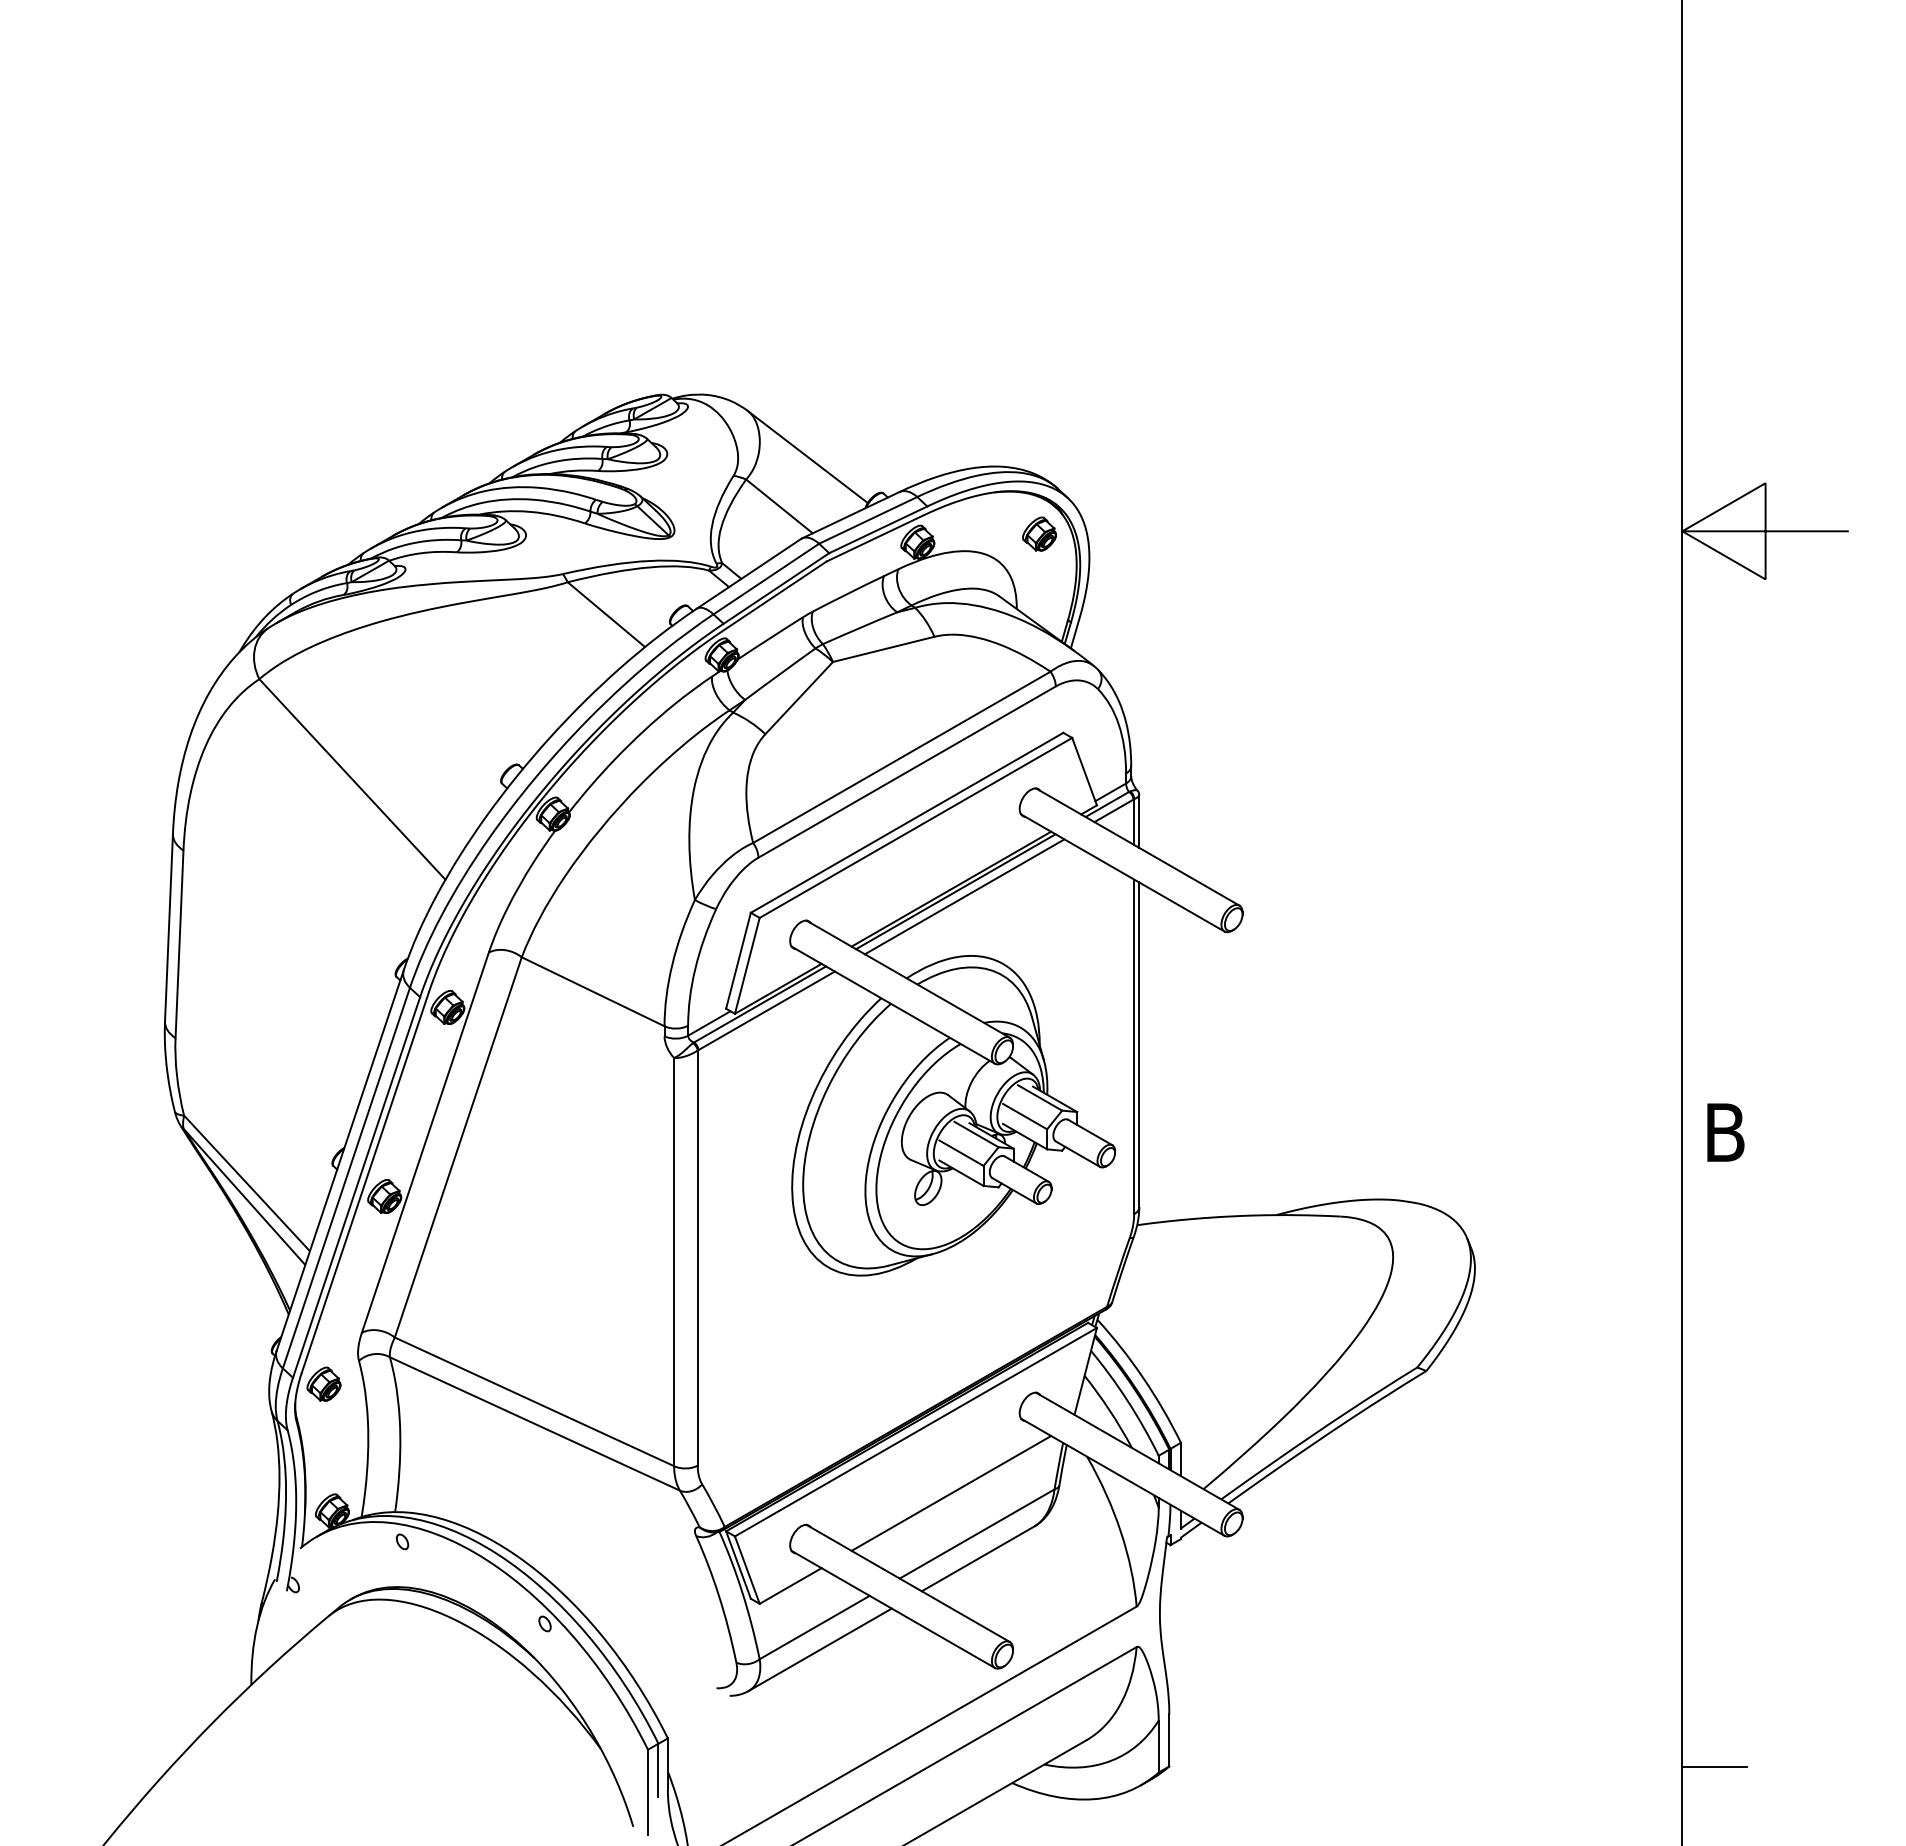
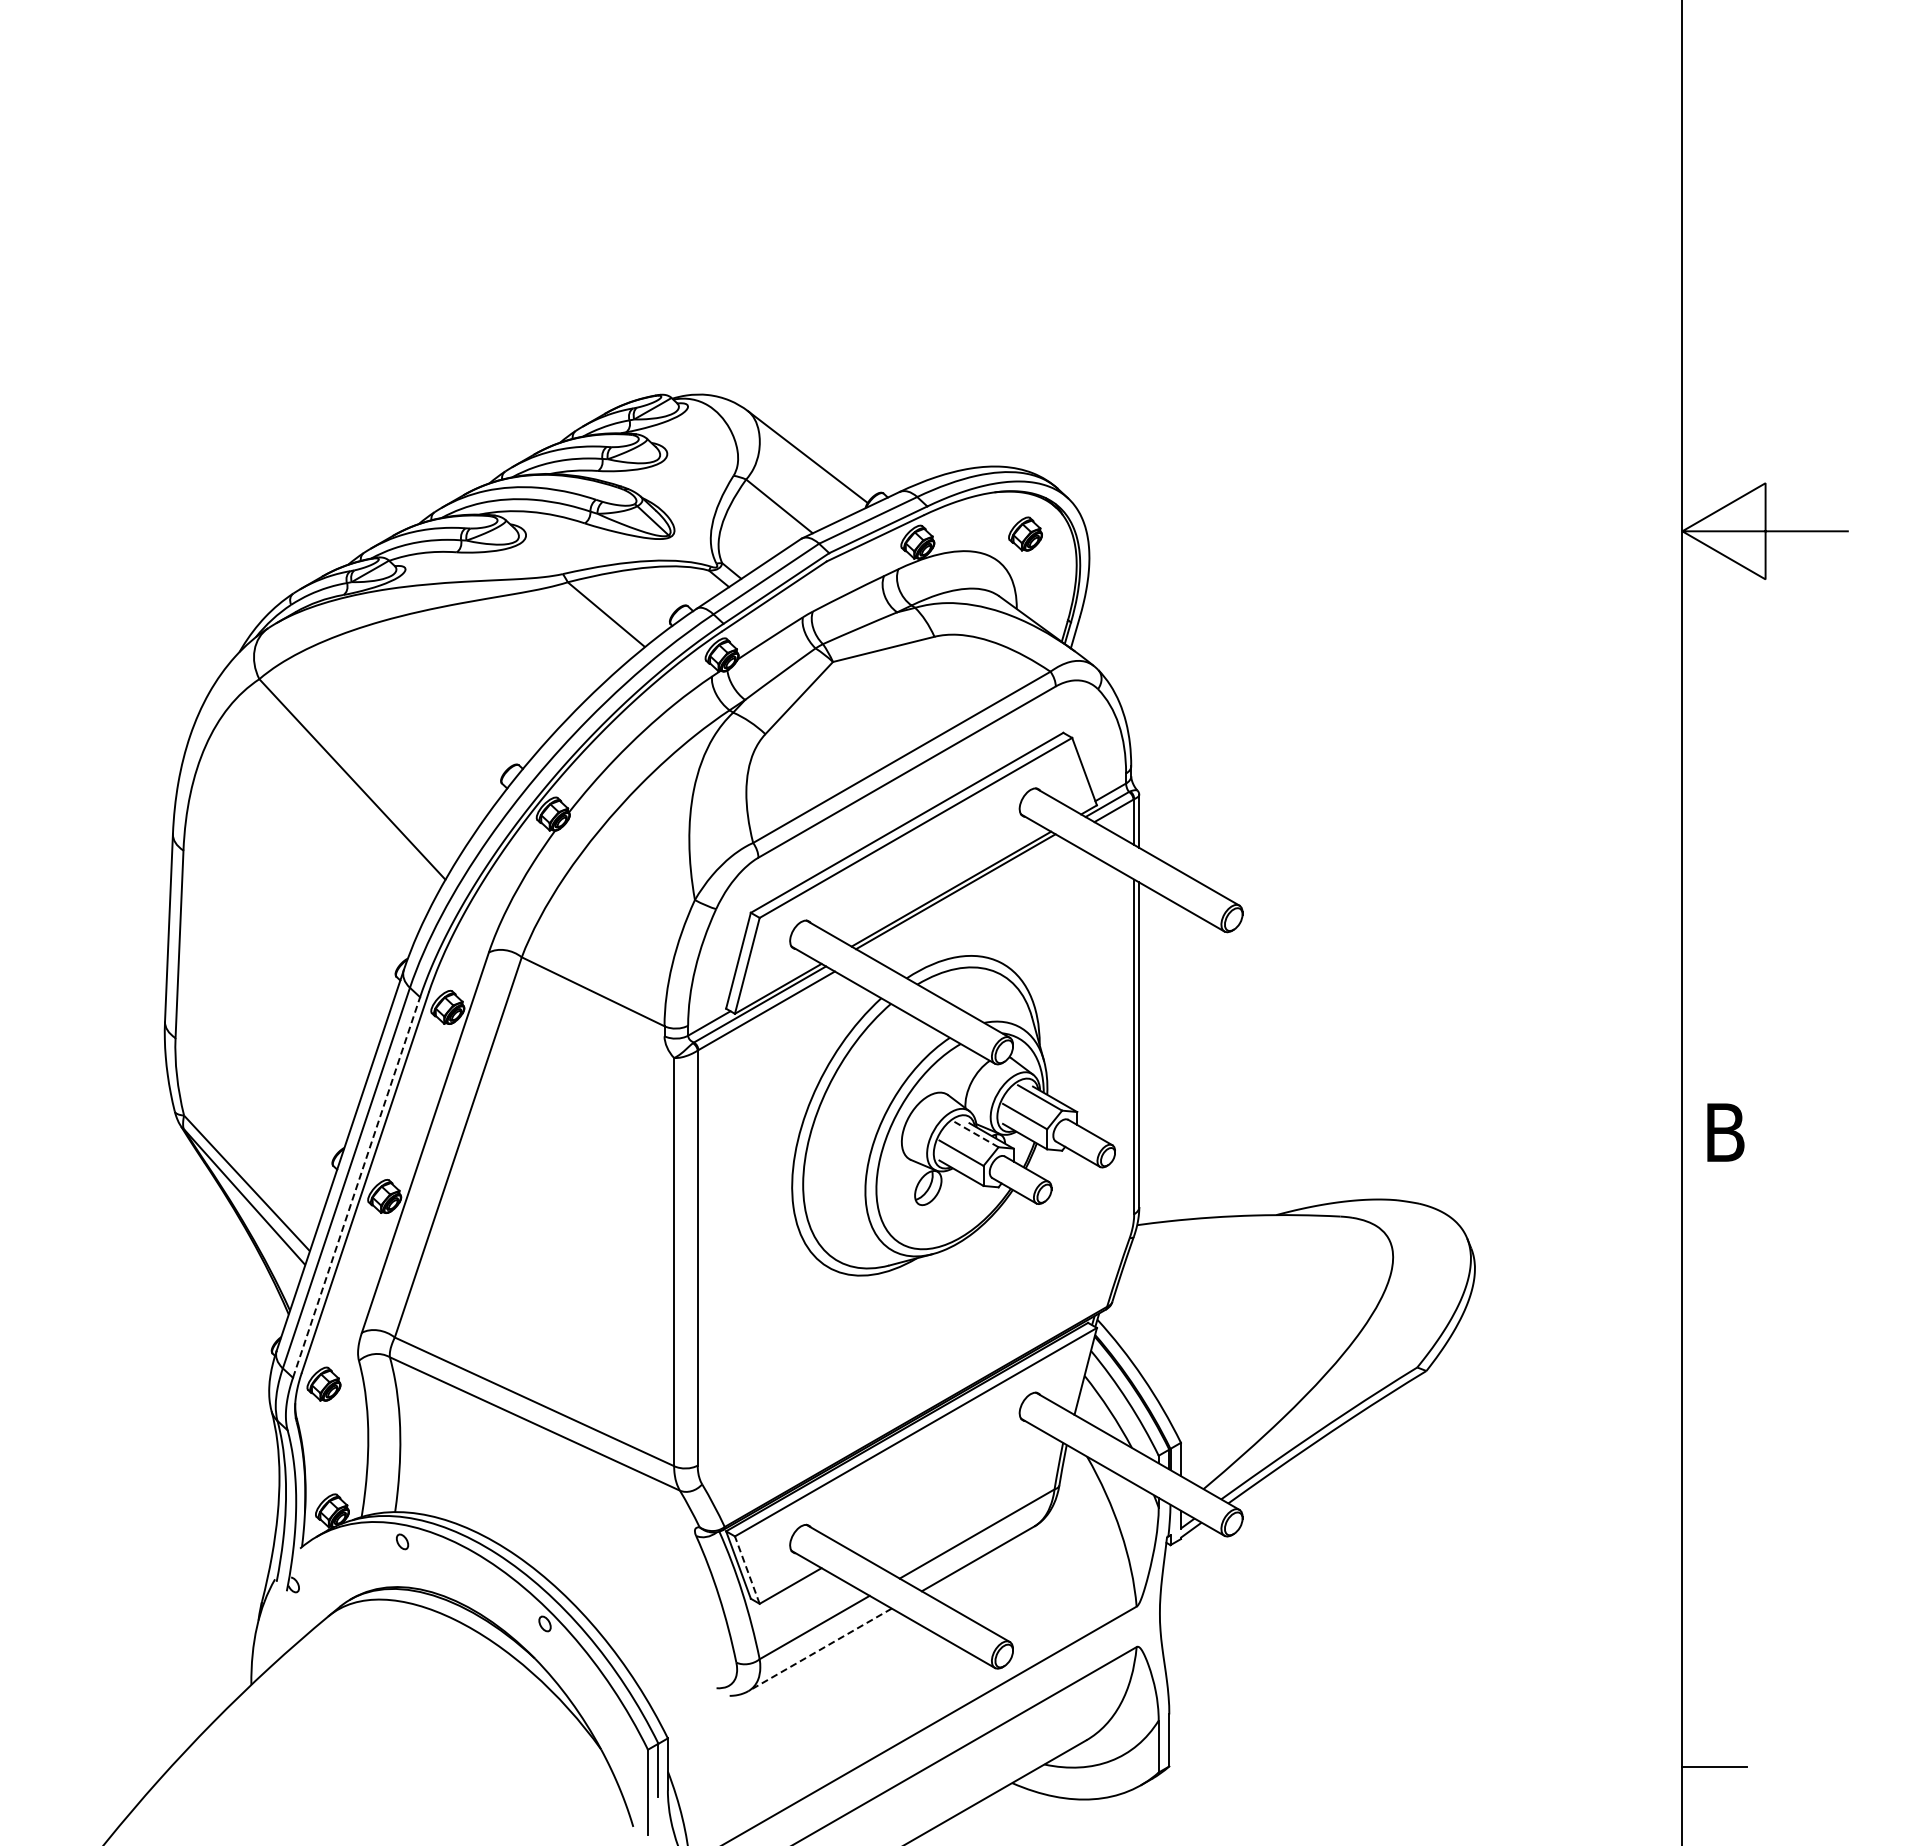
part at (1039, 533) position: (1039, 533) -> (1025, 533)
line at (964, 896): present -> none
line at (976, 1134): solid -> dashed
line at (356, 1187): solid -> dashed
line at (951, 1492): present -> none
line at (747, 1570): solid -> dashed
line at (820, 1649): solid -> dashed
